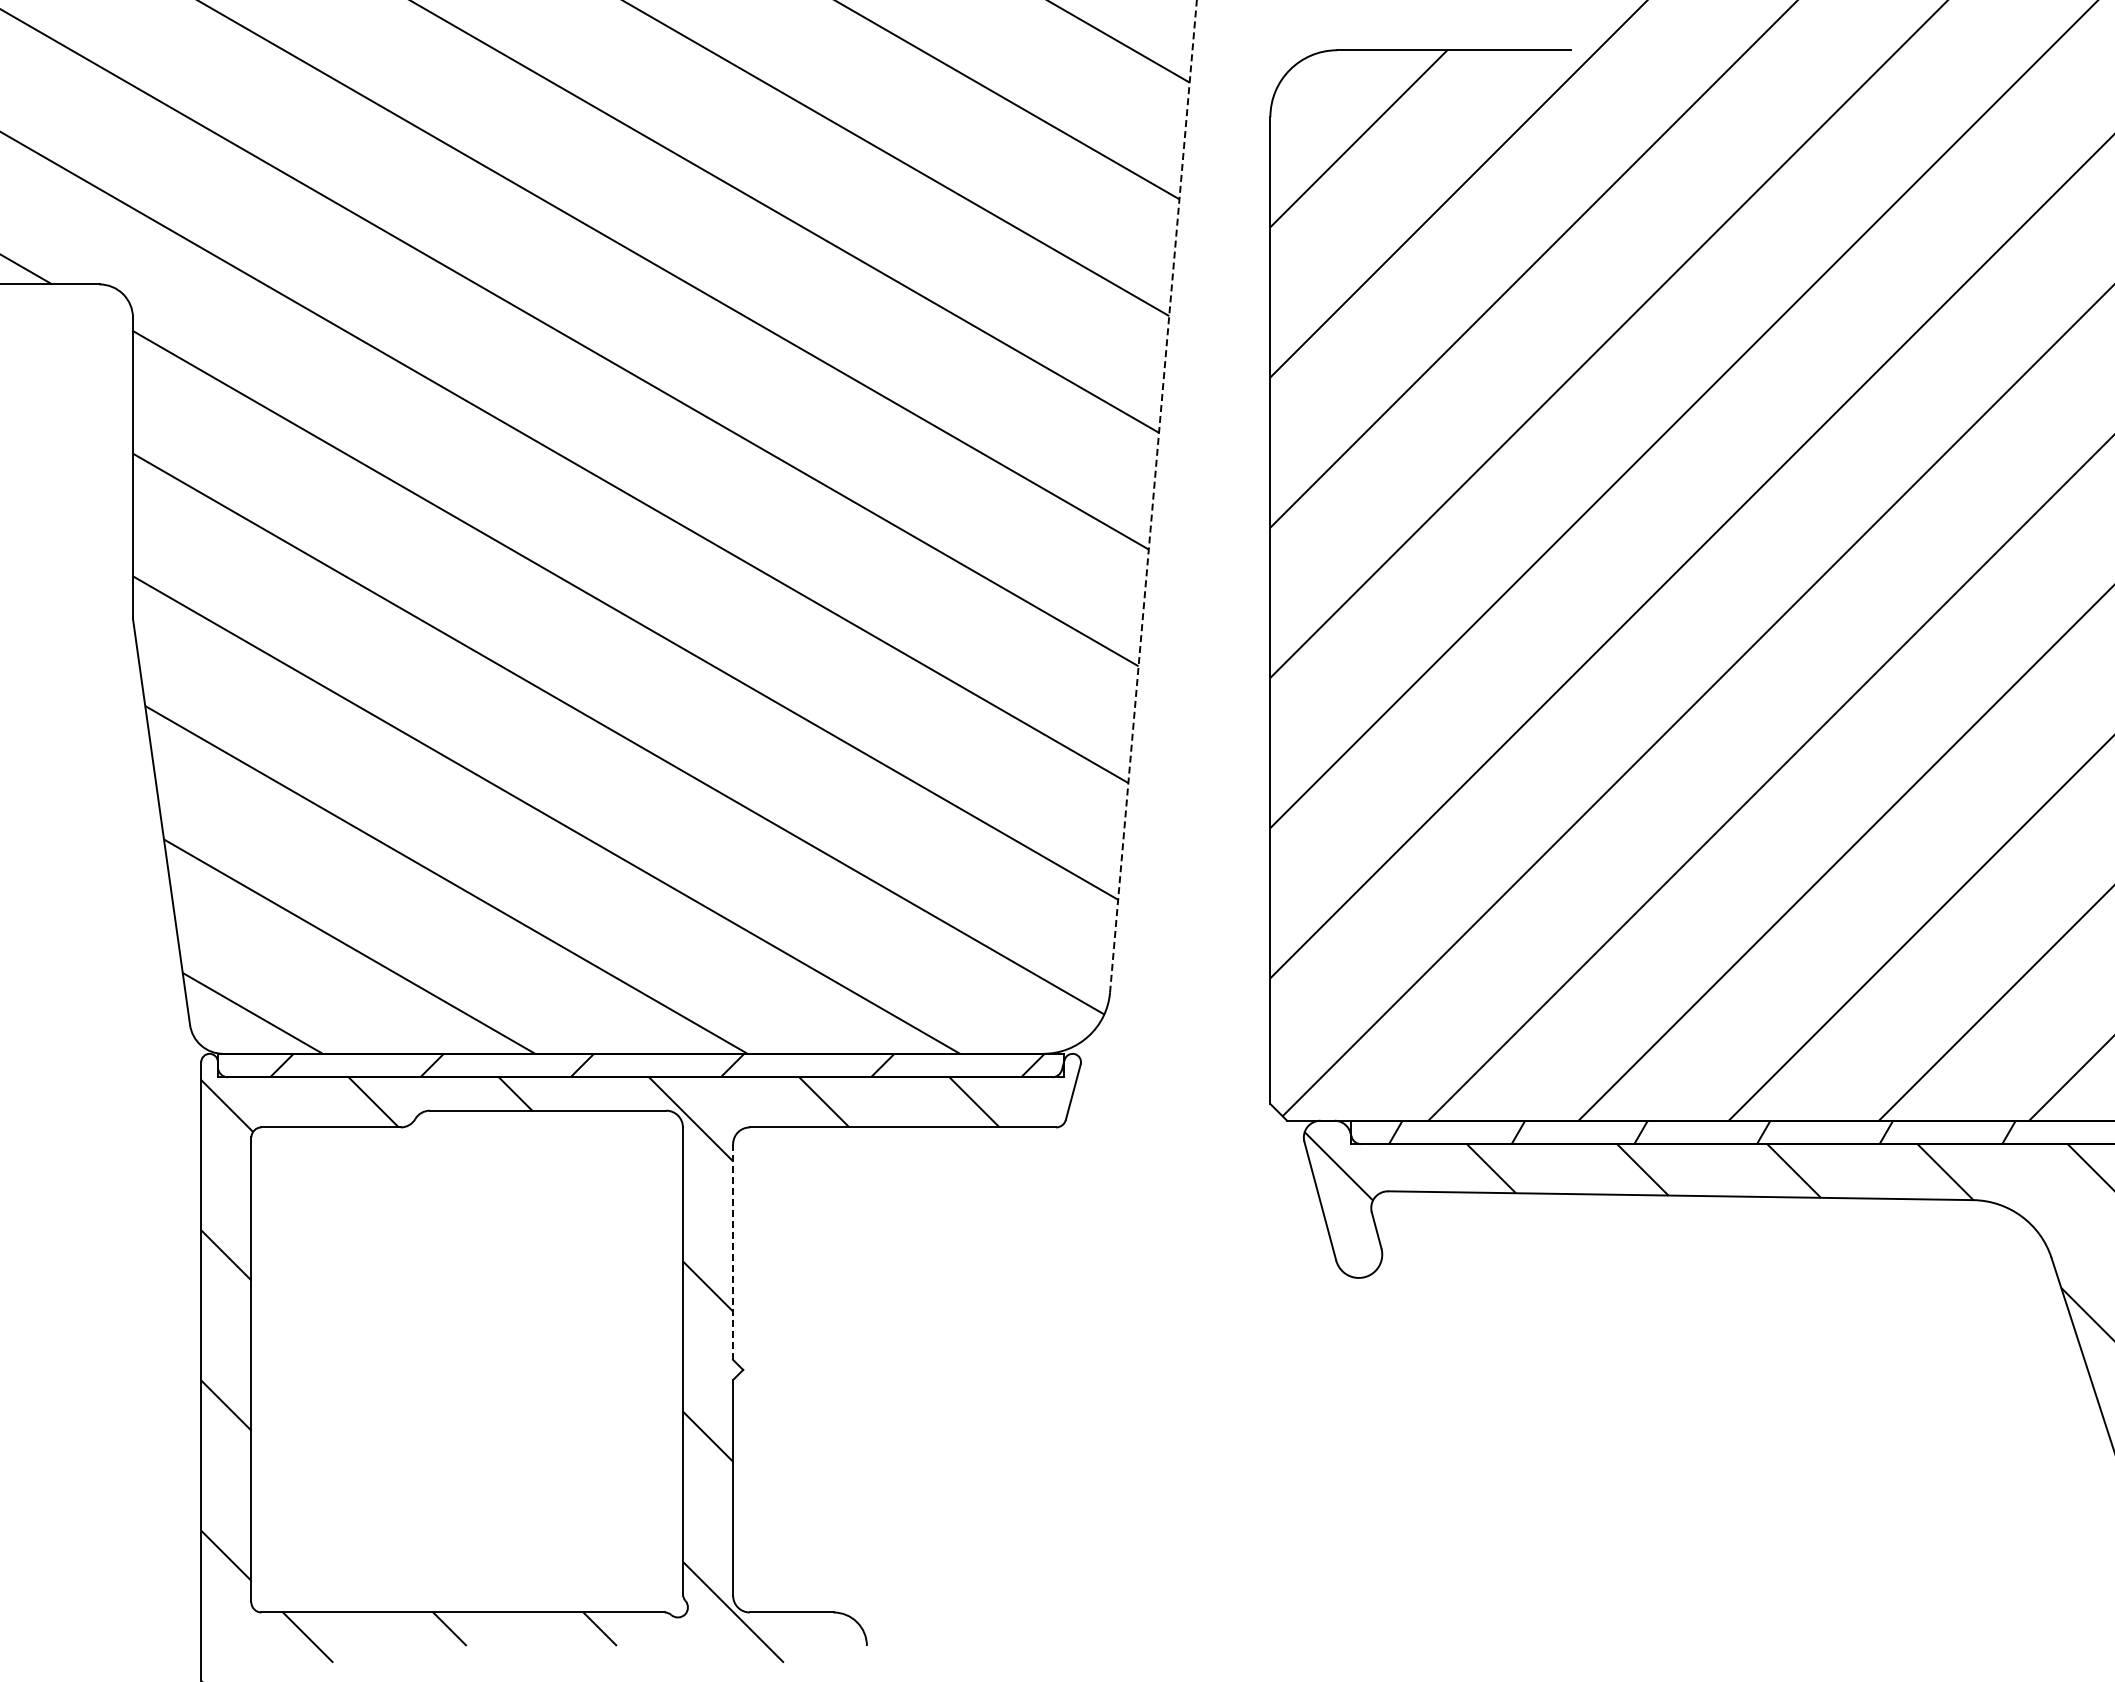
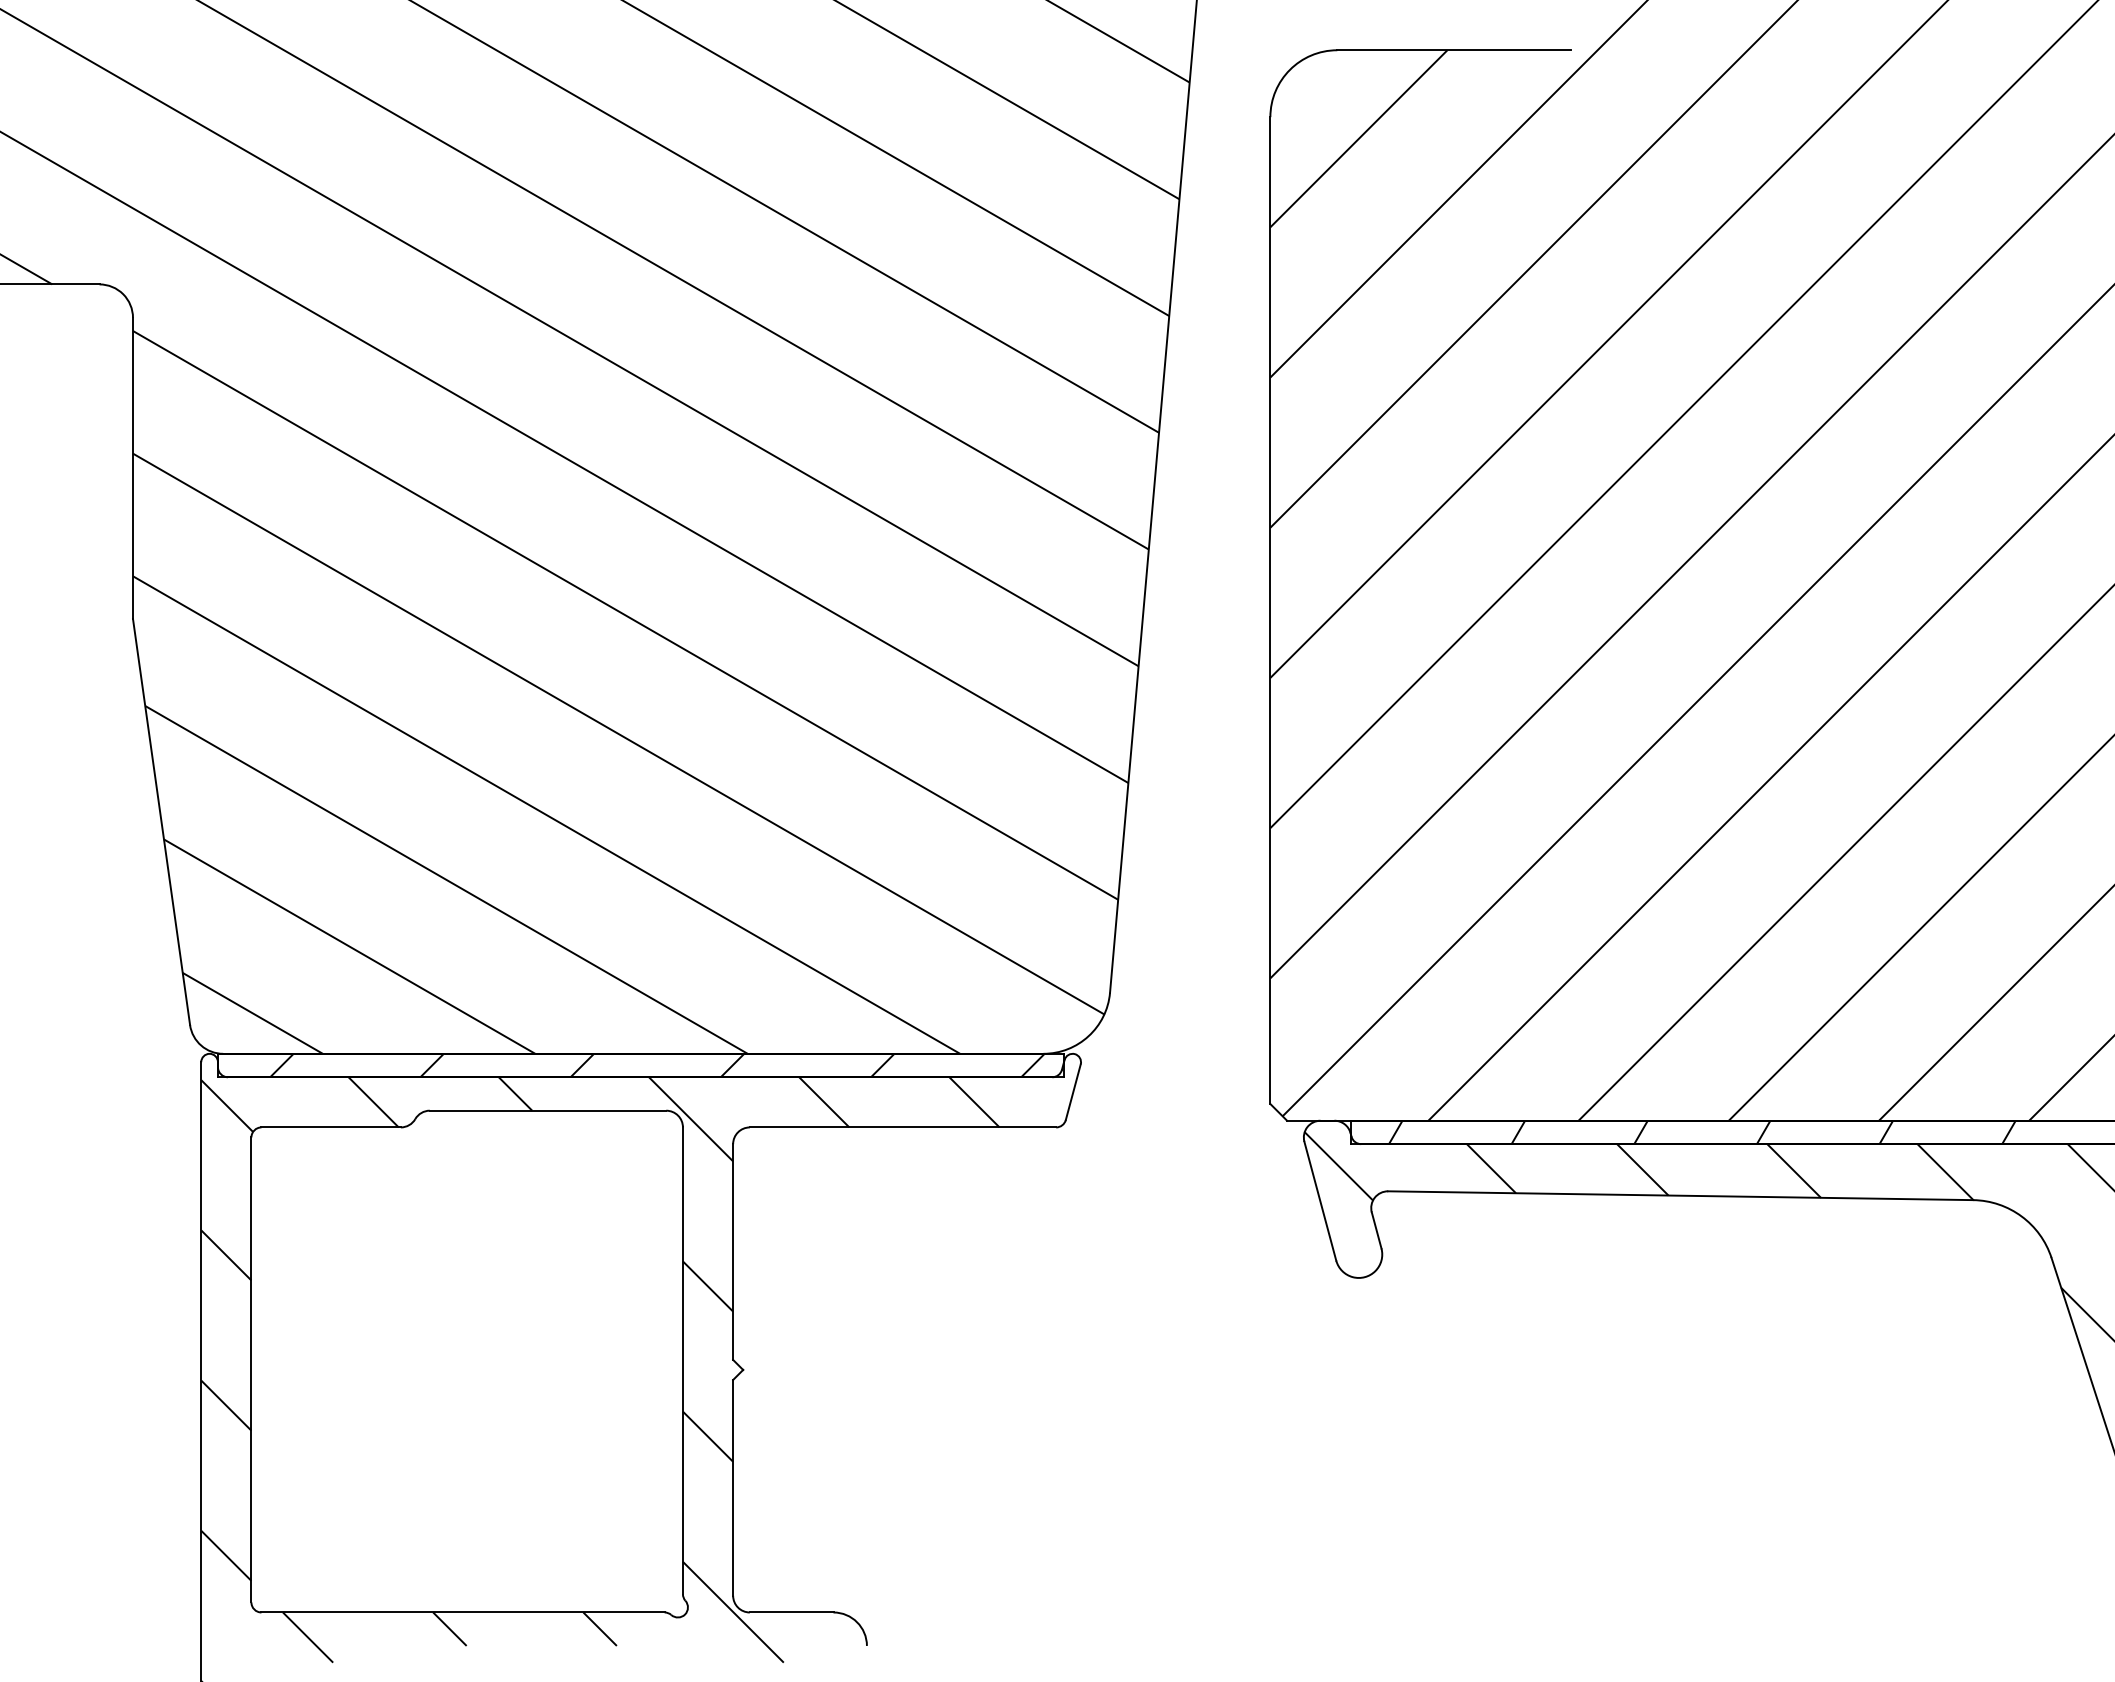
line at (1153, 495): dashed -> solid
line at (733, 1252): dashed -> solid
